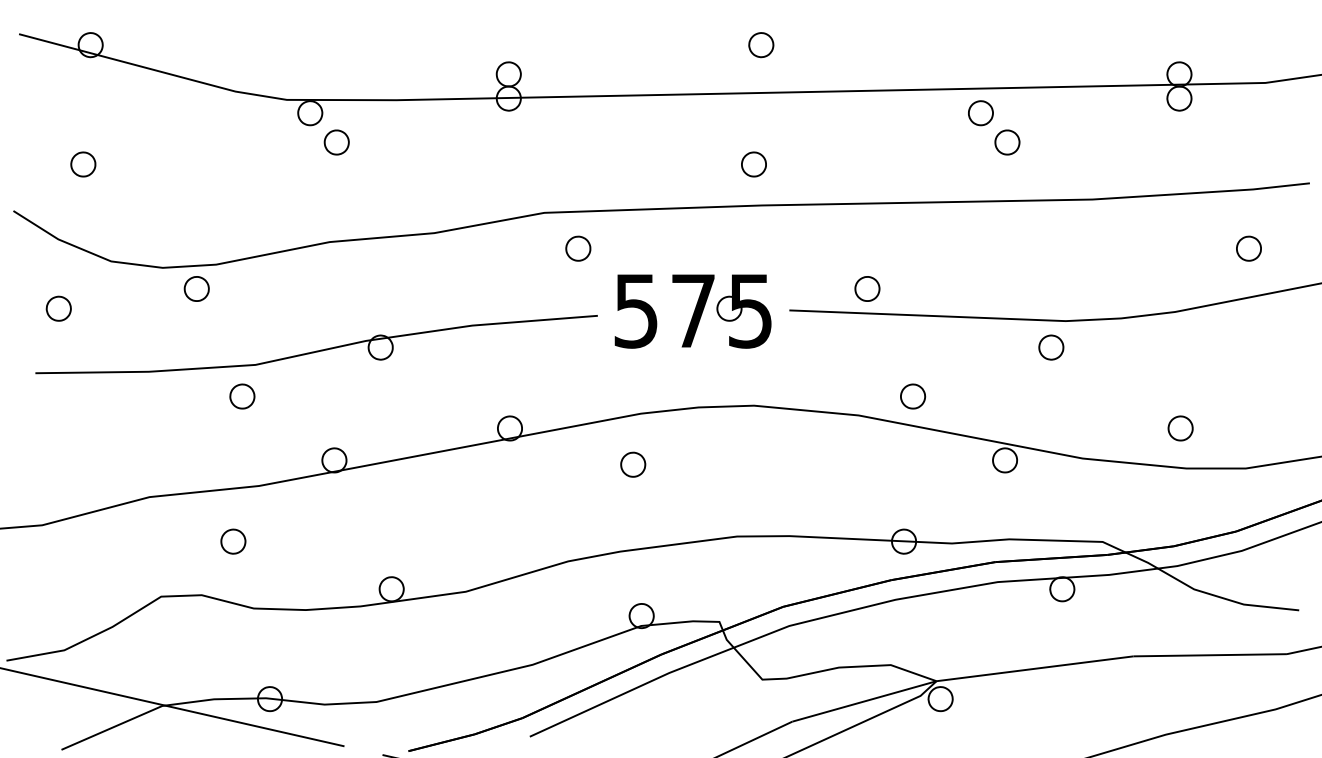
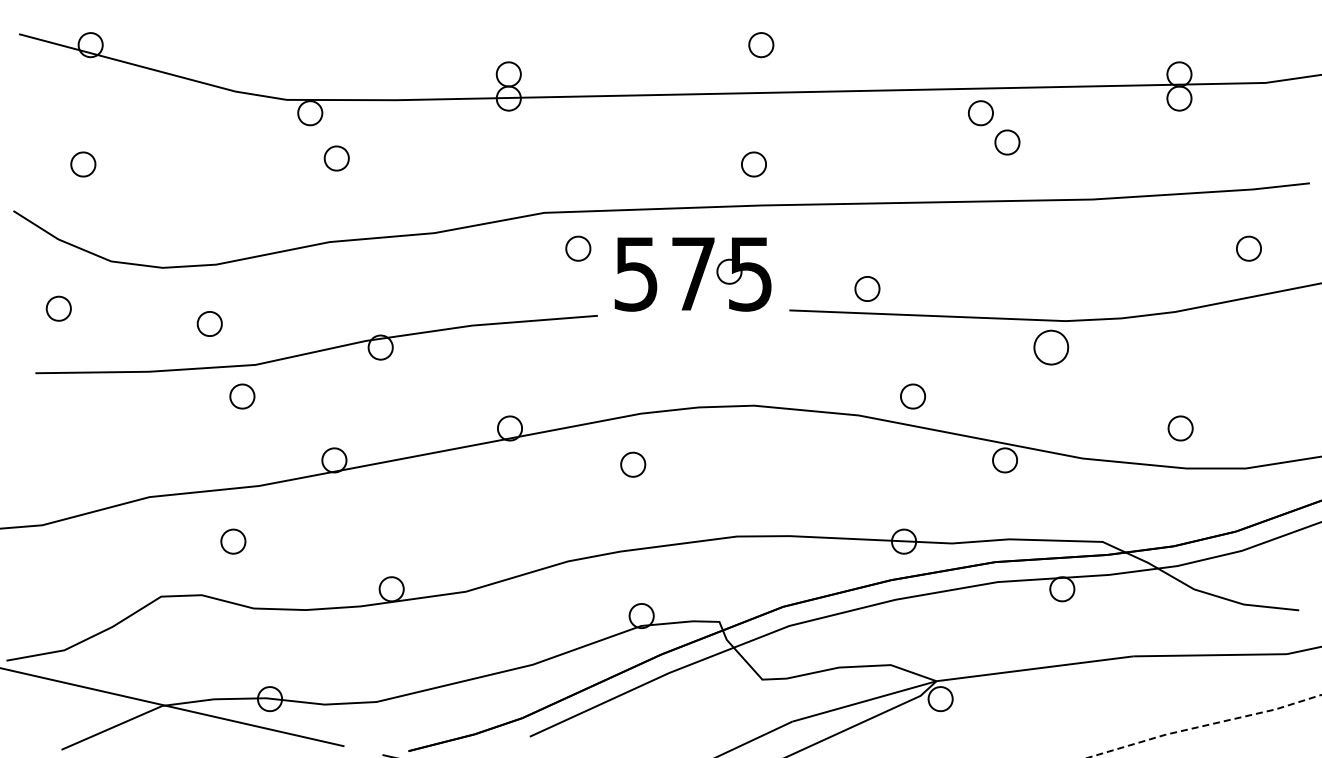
part at (336, 142) position: (336, 142) -> (336, 158)
part at (196, 288) position: (196, 288) -> (209, 323)
part at (692, 311) position: (692, 311) -> (692, 274)
part at (1051, 347) size: 27x27 px -> 37x37 px
line at (1203, 725): solid -> dashed
